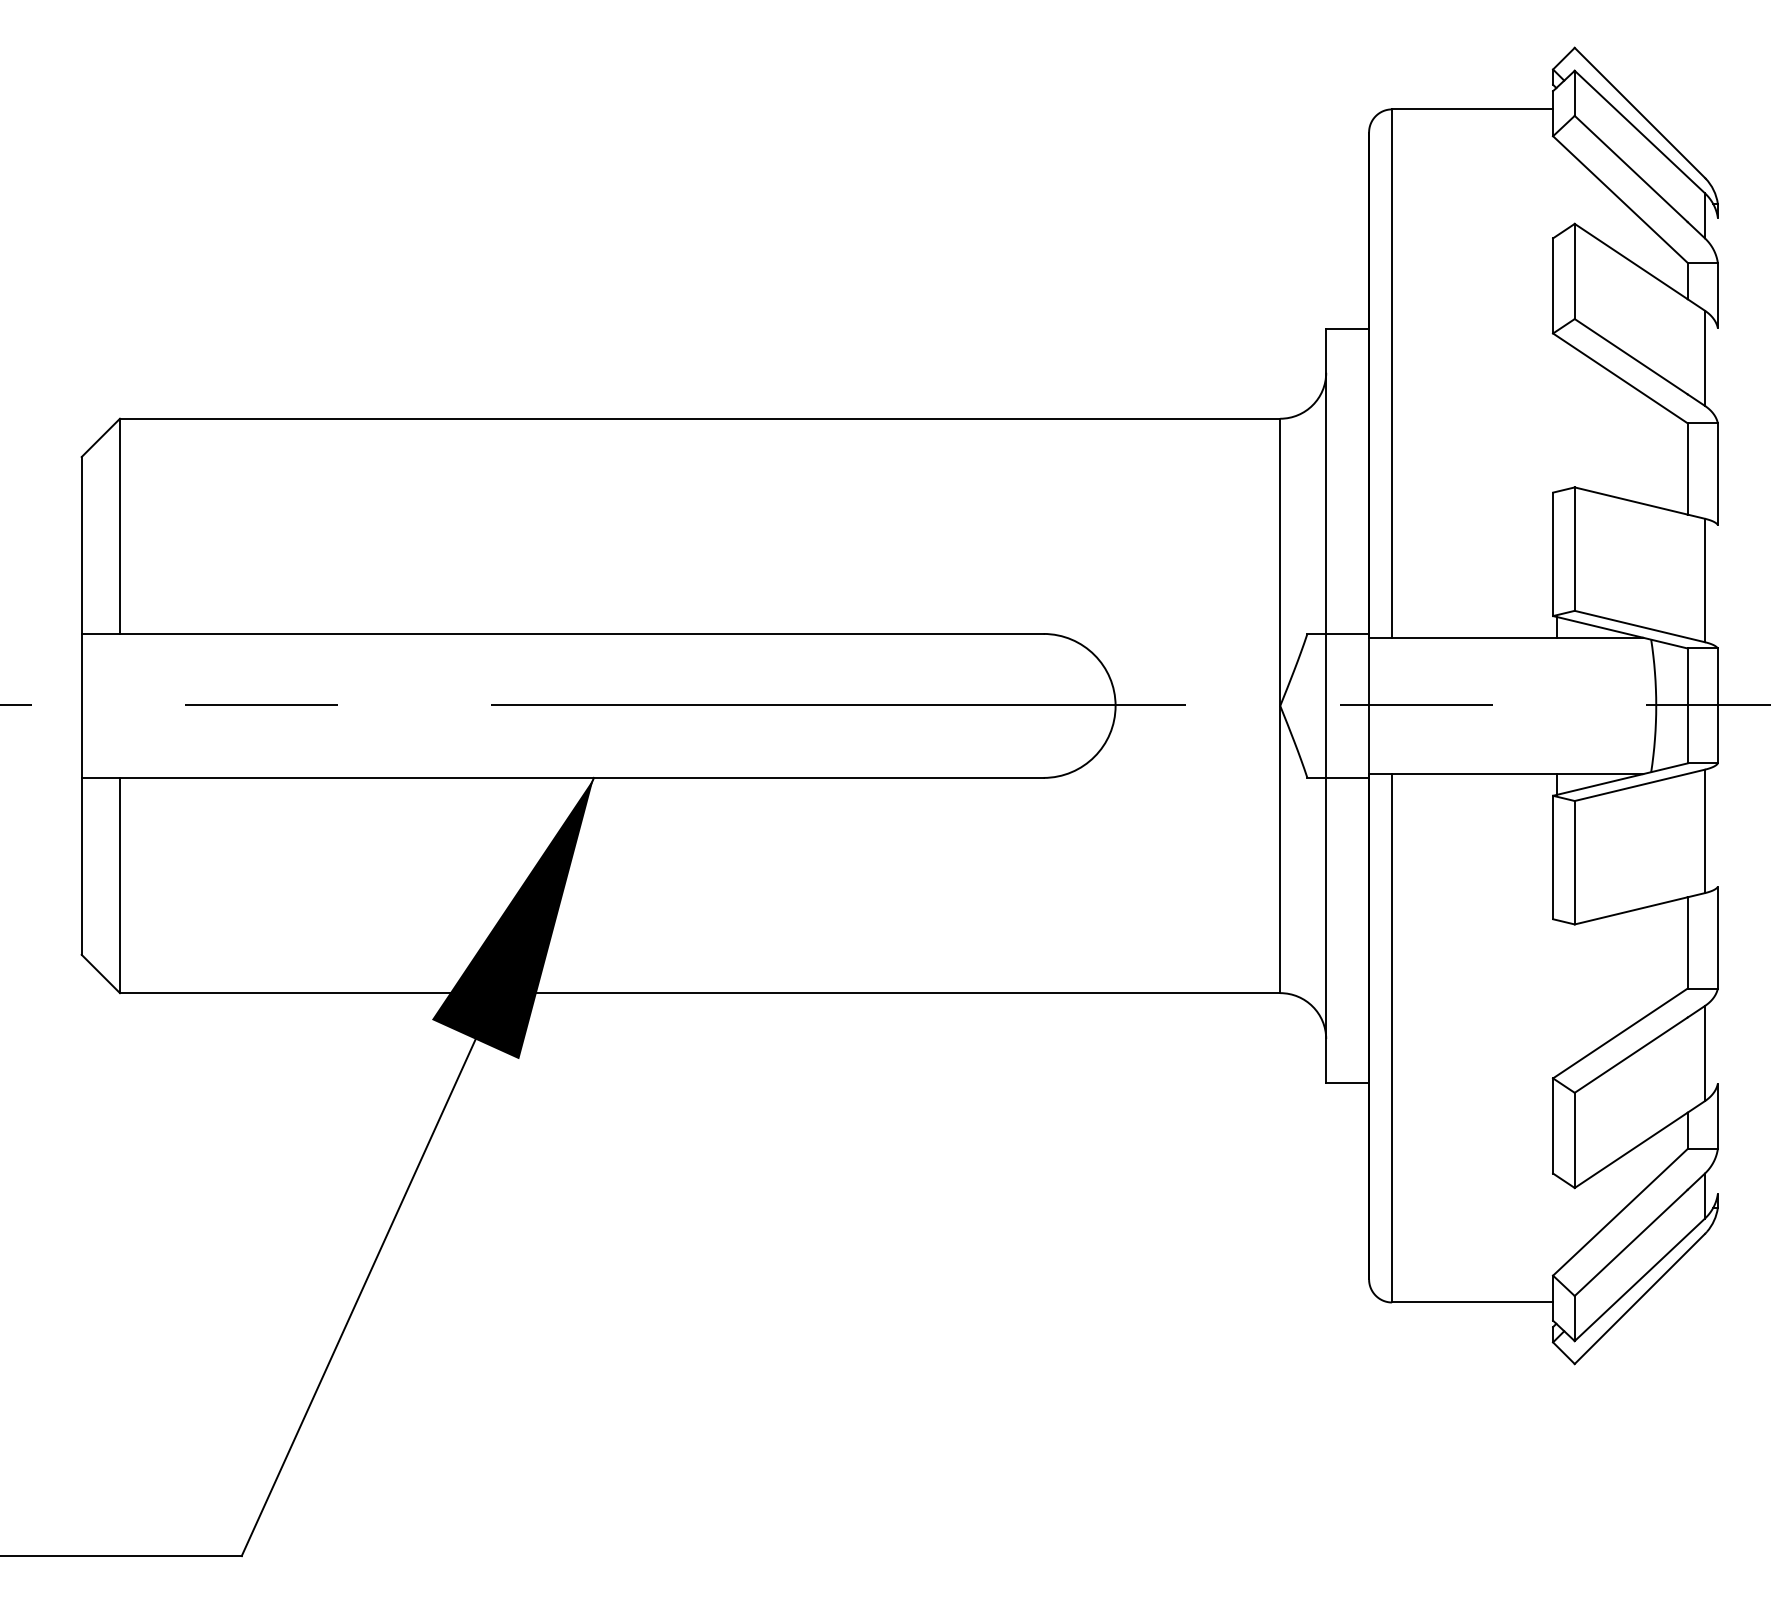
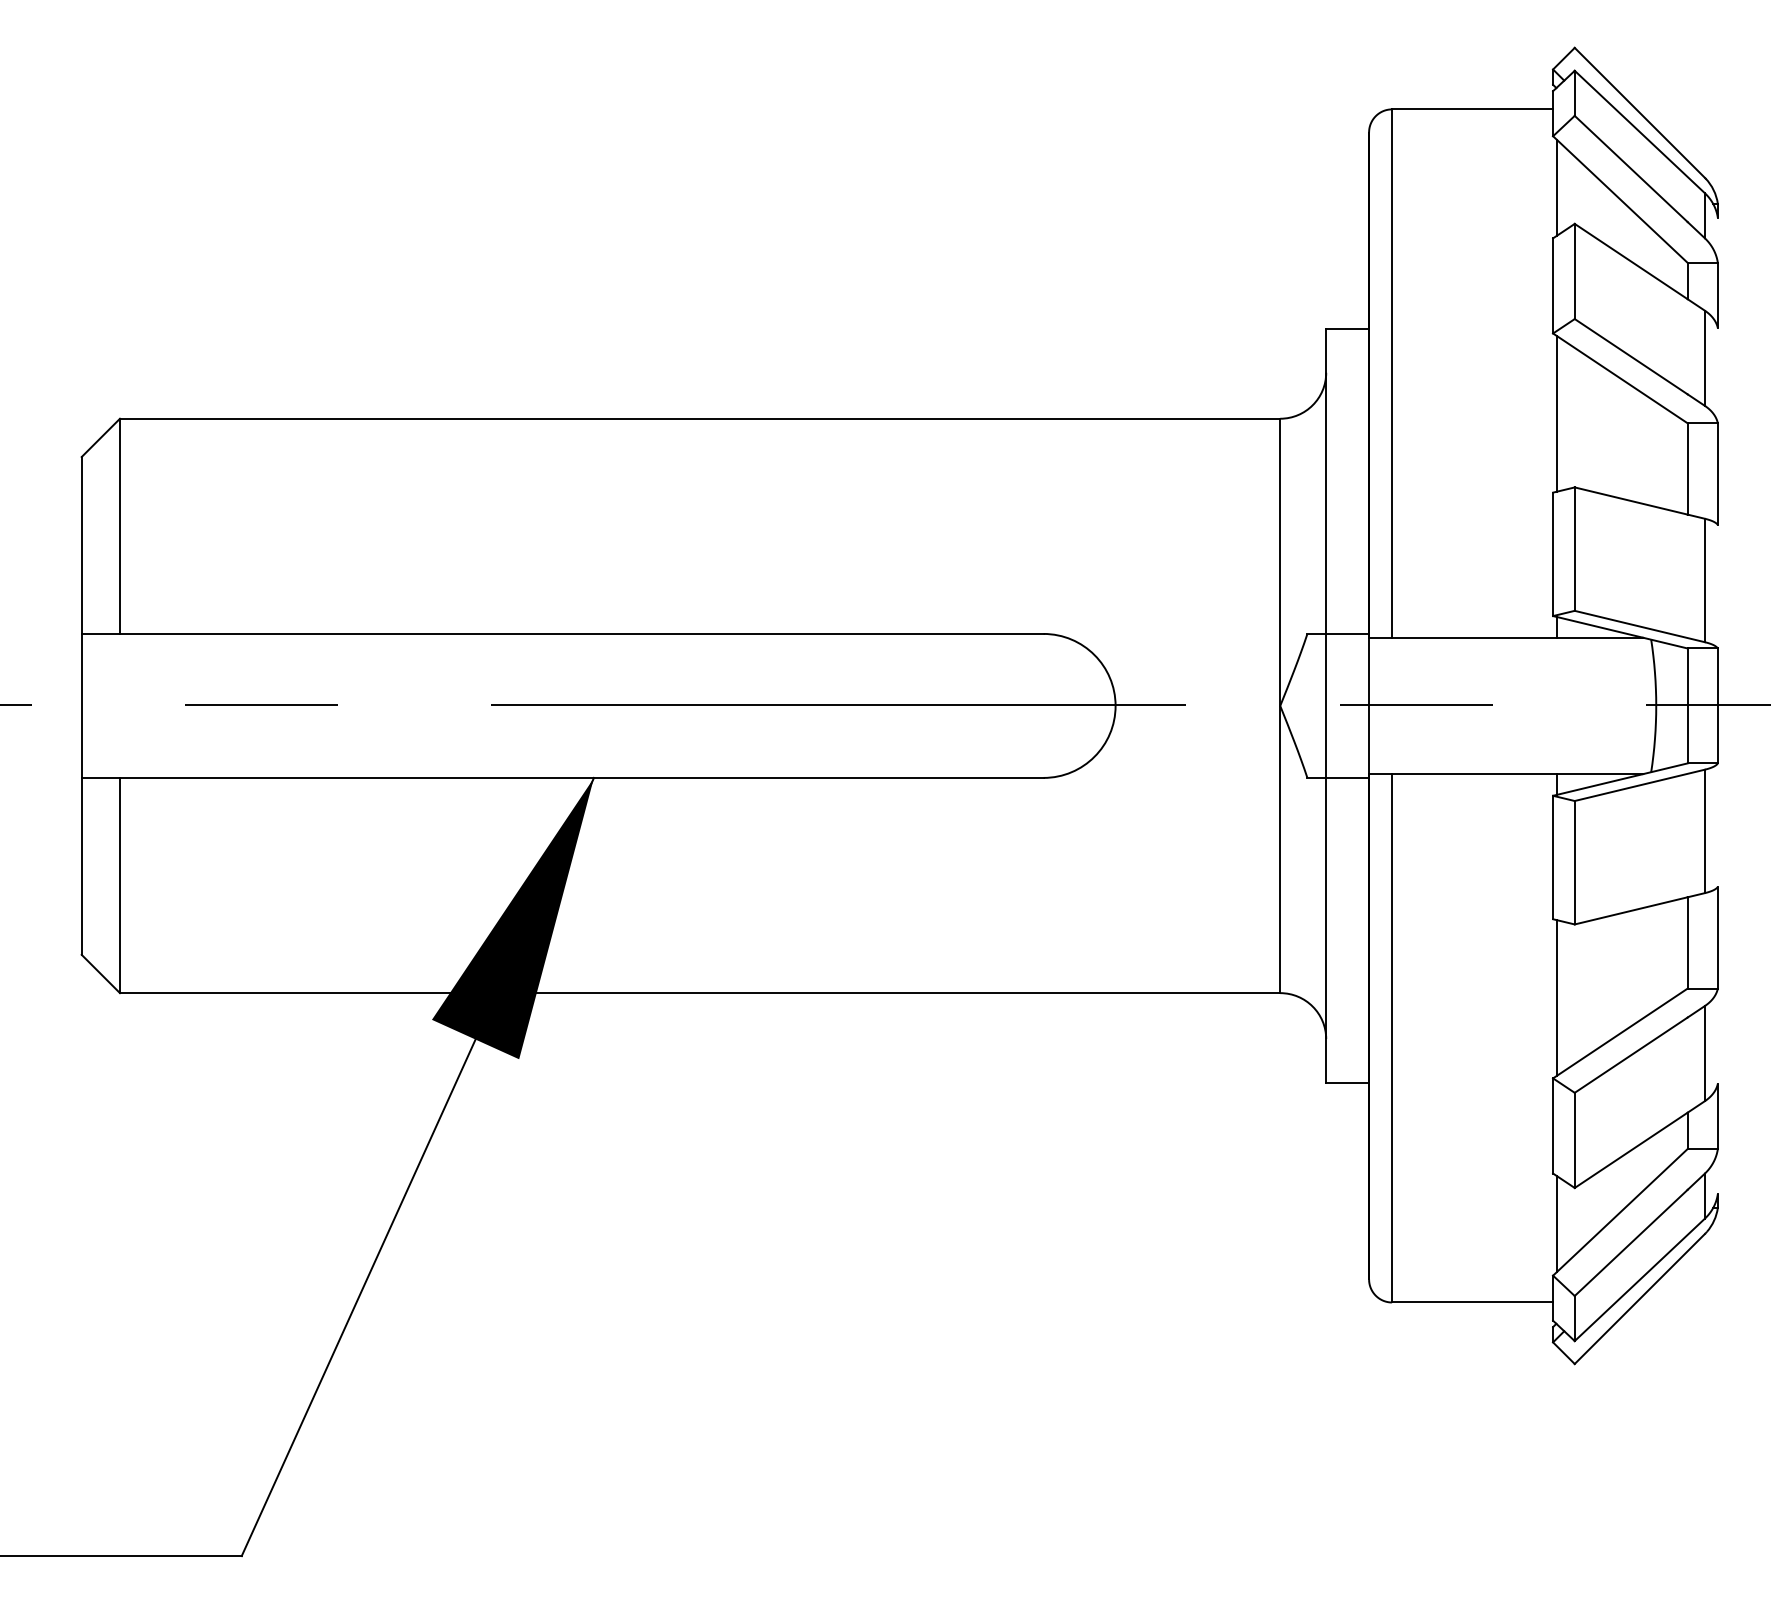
line at (1556, 187): none -> present
line at (1556, 413): none -> present
line at (1556, 998): none -> present
line at (1556, 1223): none -> present
